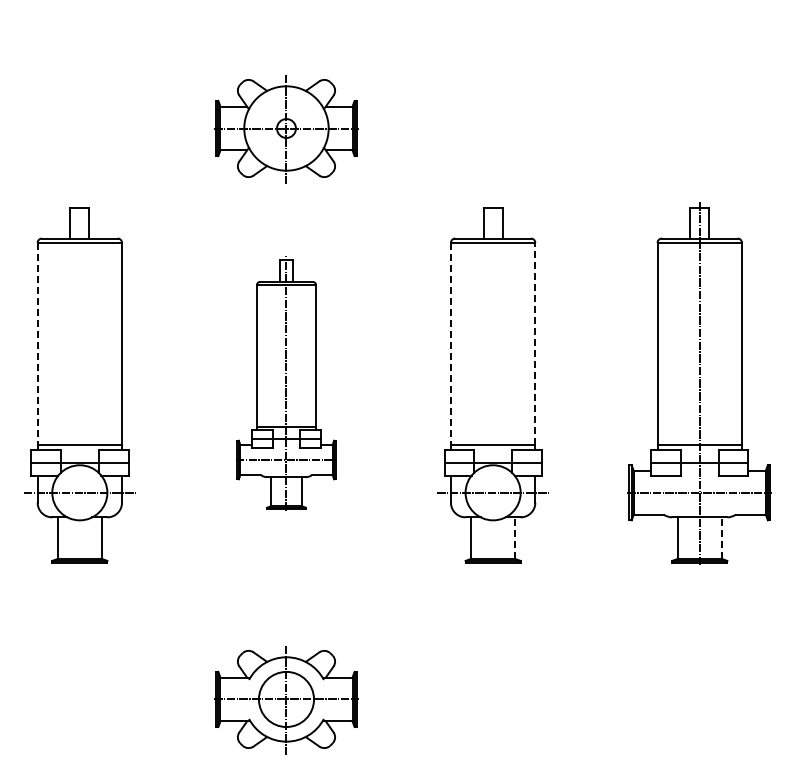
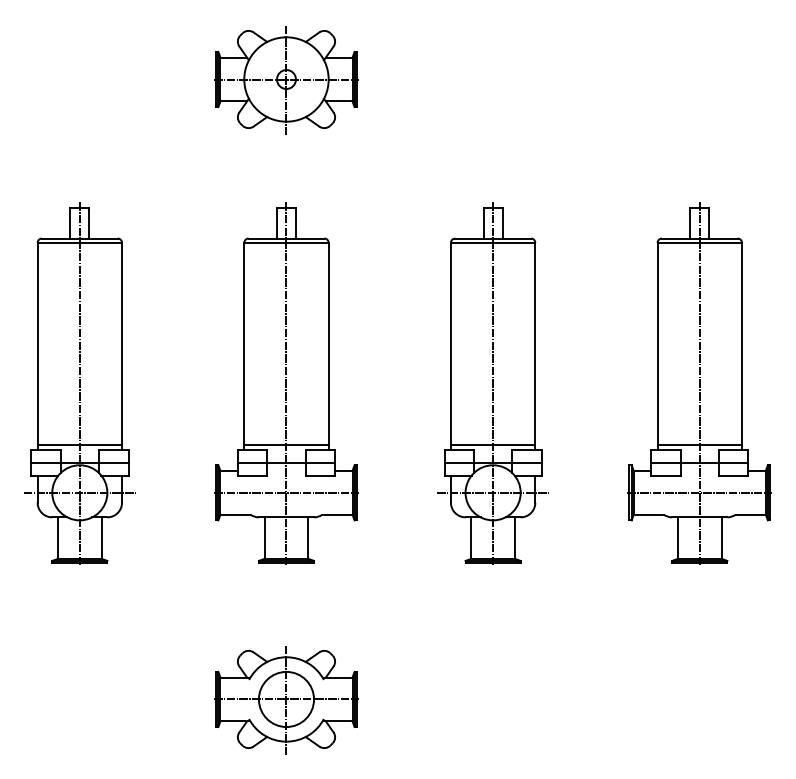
part at (286, 129) position: (286, 129) -> (286, 80)
line at (535, 343): dashed -> solid
line at (37, 344): dashed -> solid
line at (450, 344): dashed -> solid
line at (79, 383): none -> present
part at (286, 383) size: 101x255 px -> 145x363 px
line at (493, 383): none -> present
line at (515, 538): dashed -> solid
line at (721, 538): dashed -> solid
